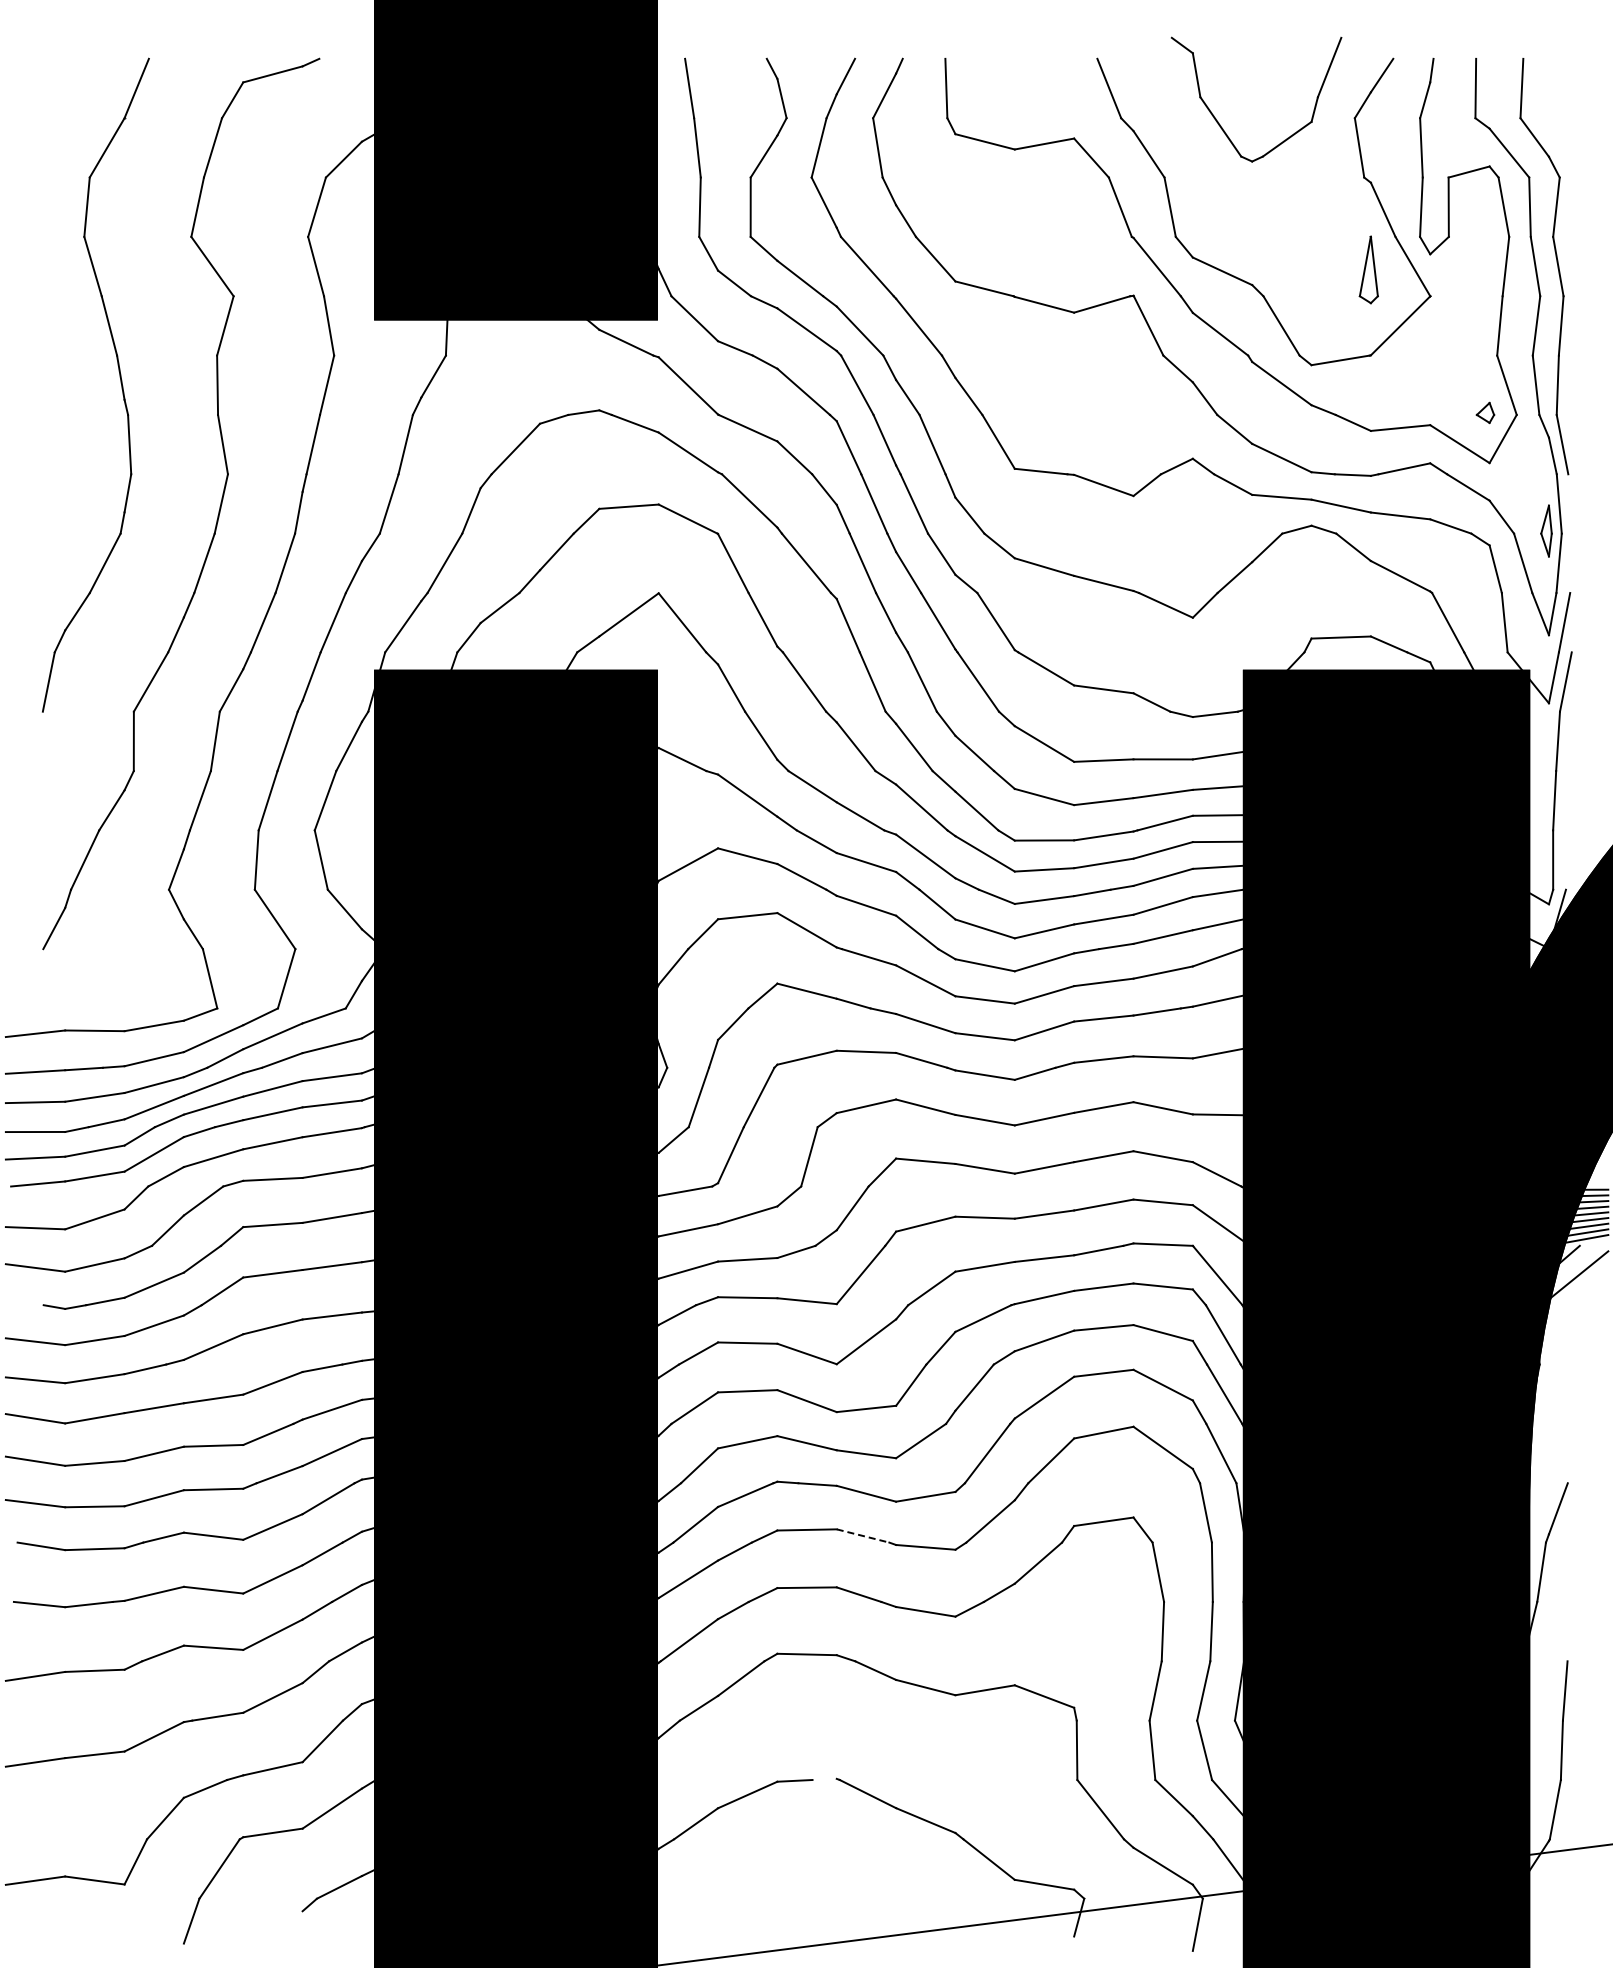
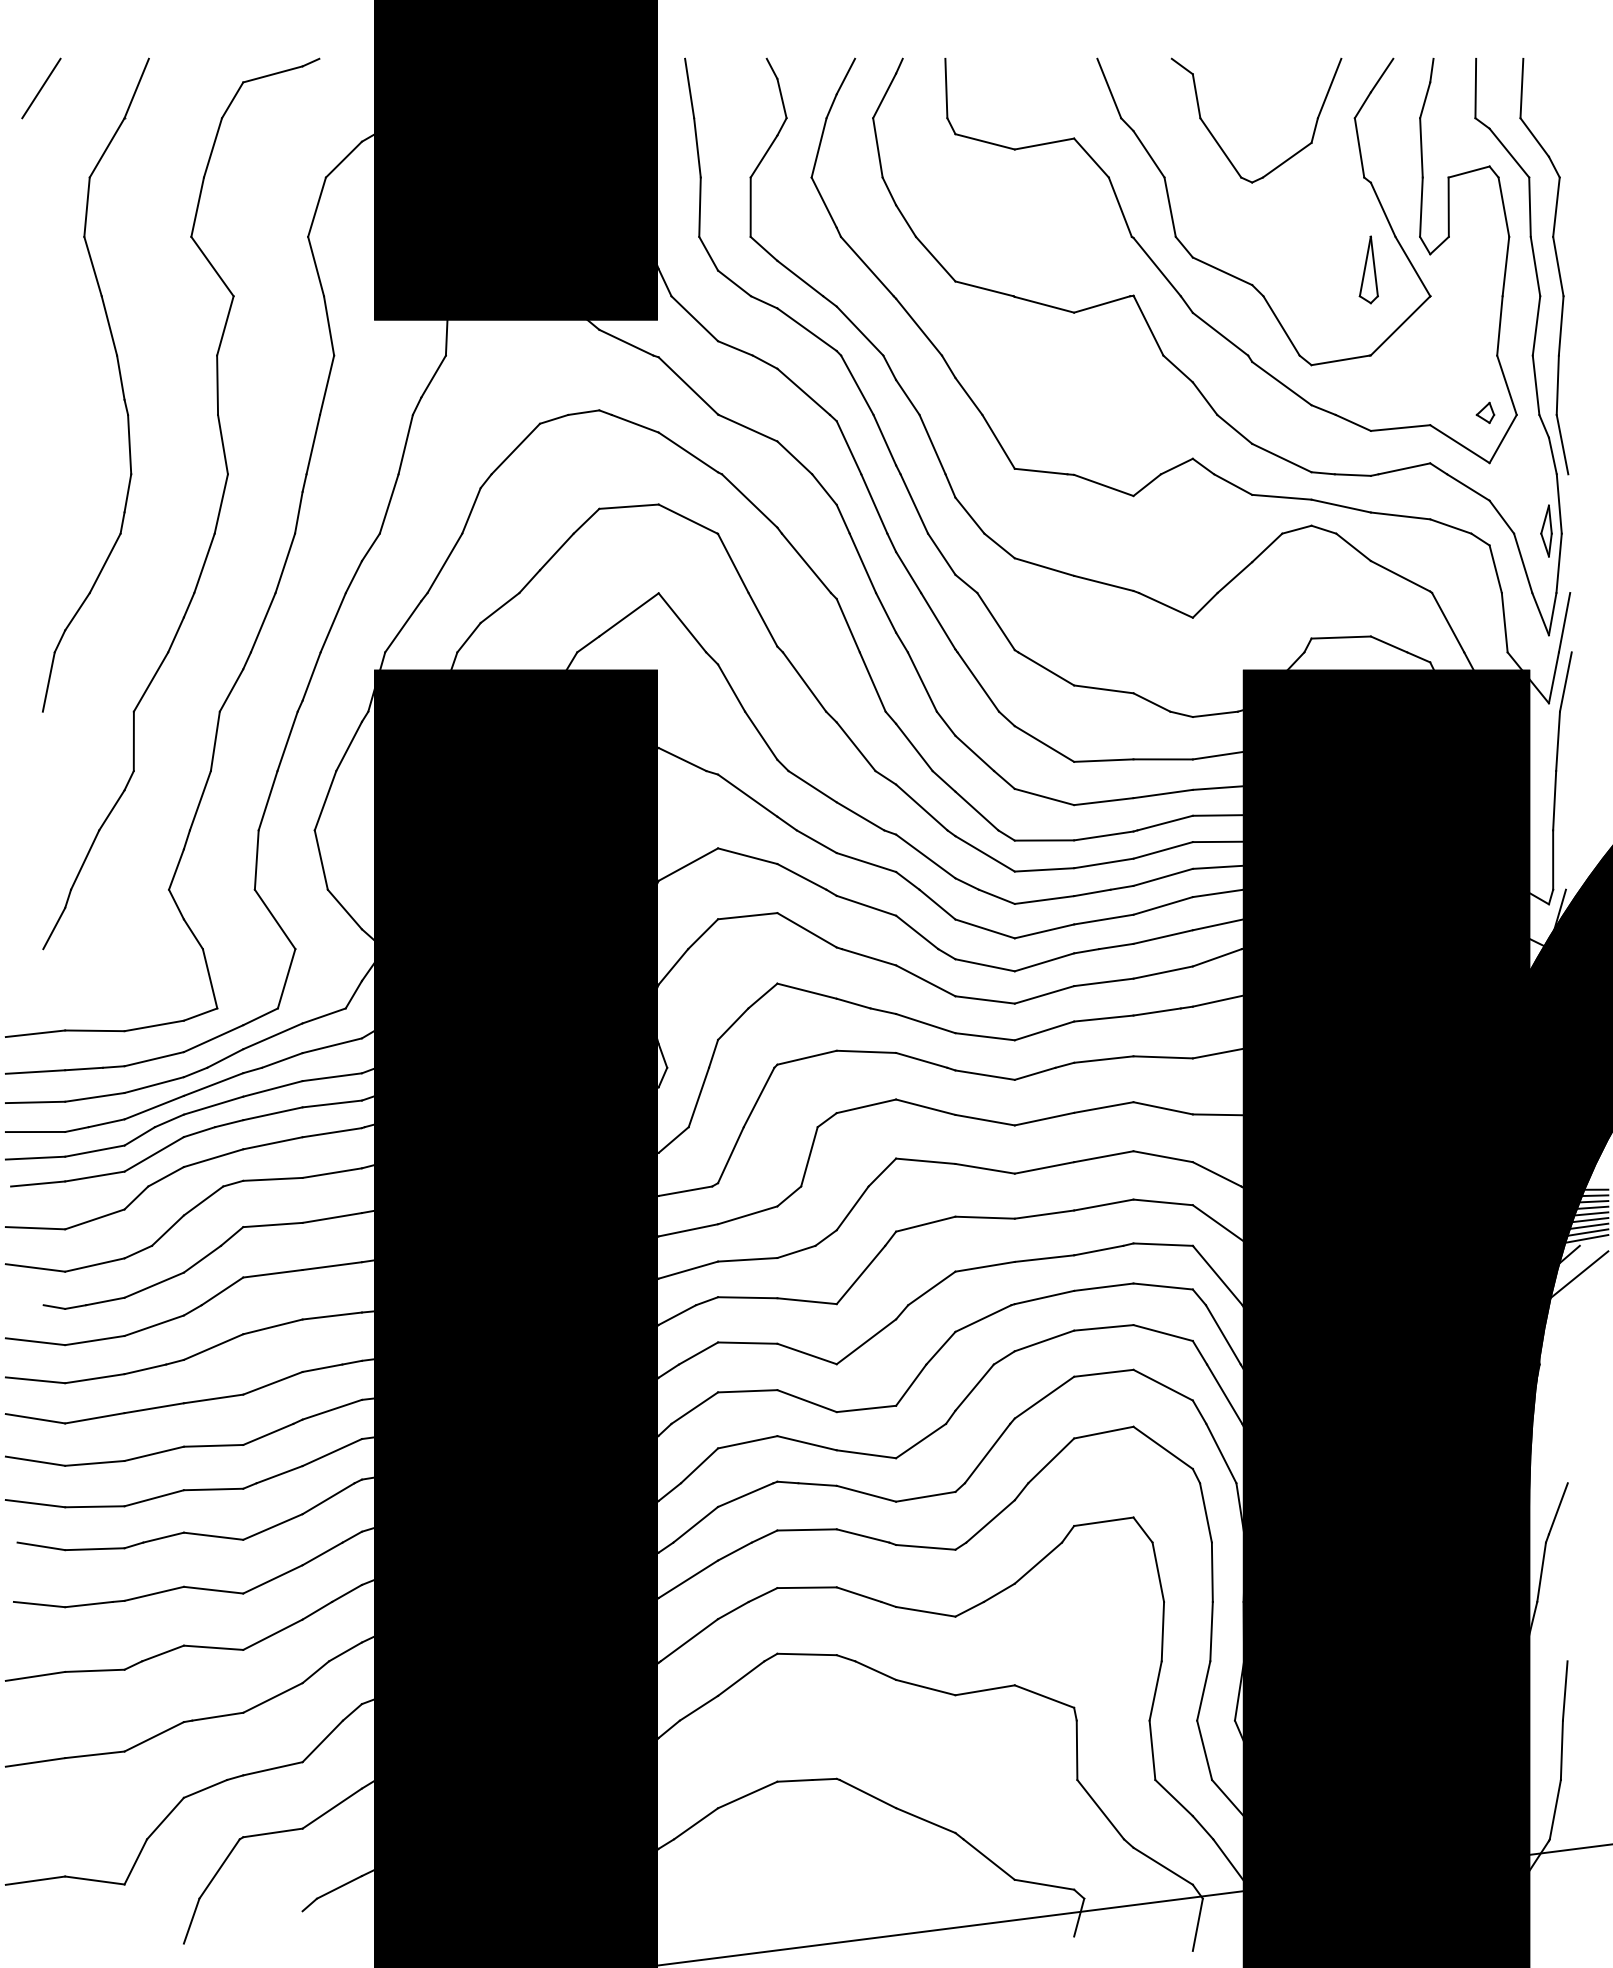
line at (41, 88): none -> present
part at (1220, 124) position: (1220, 124) -> (1220, 145)
line at (863, 1536): dashed -> solid
line at (824, 1779): none -> present
